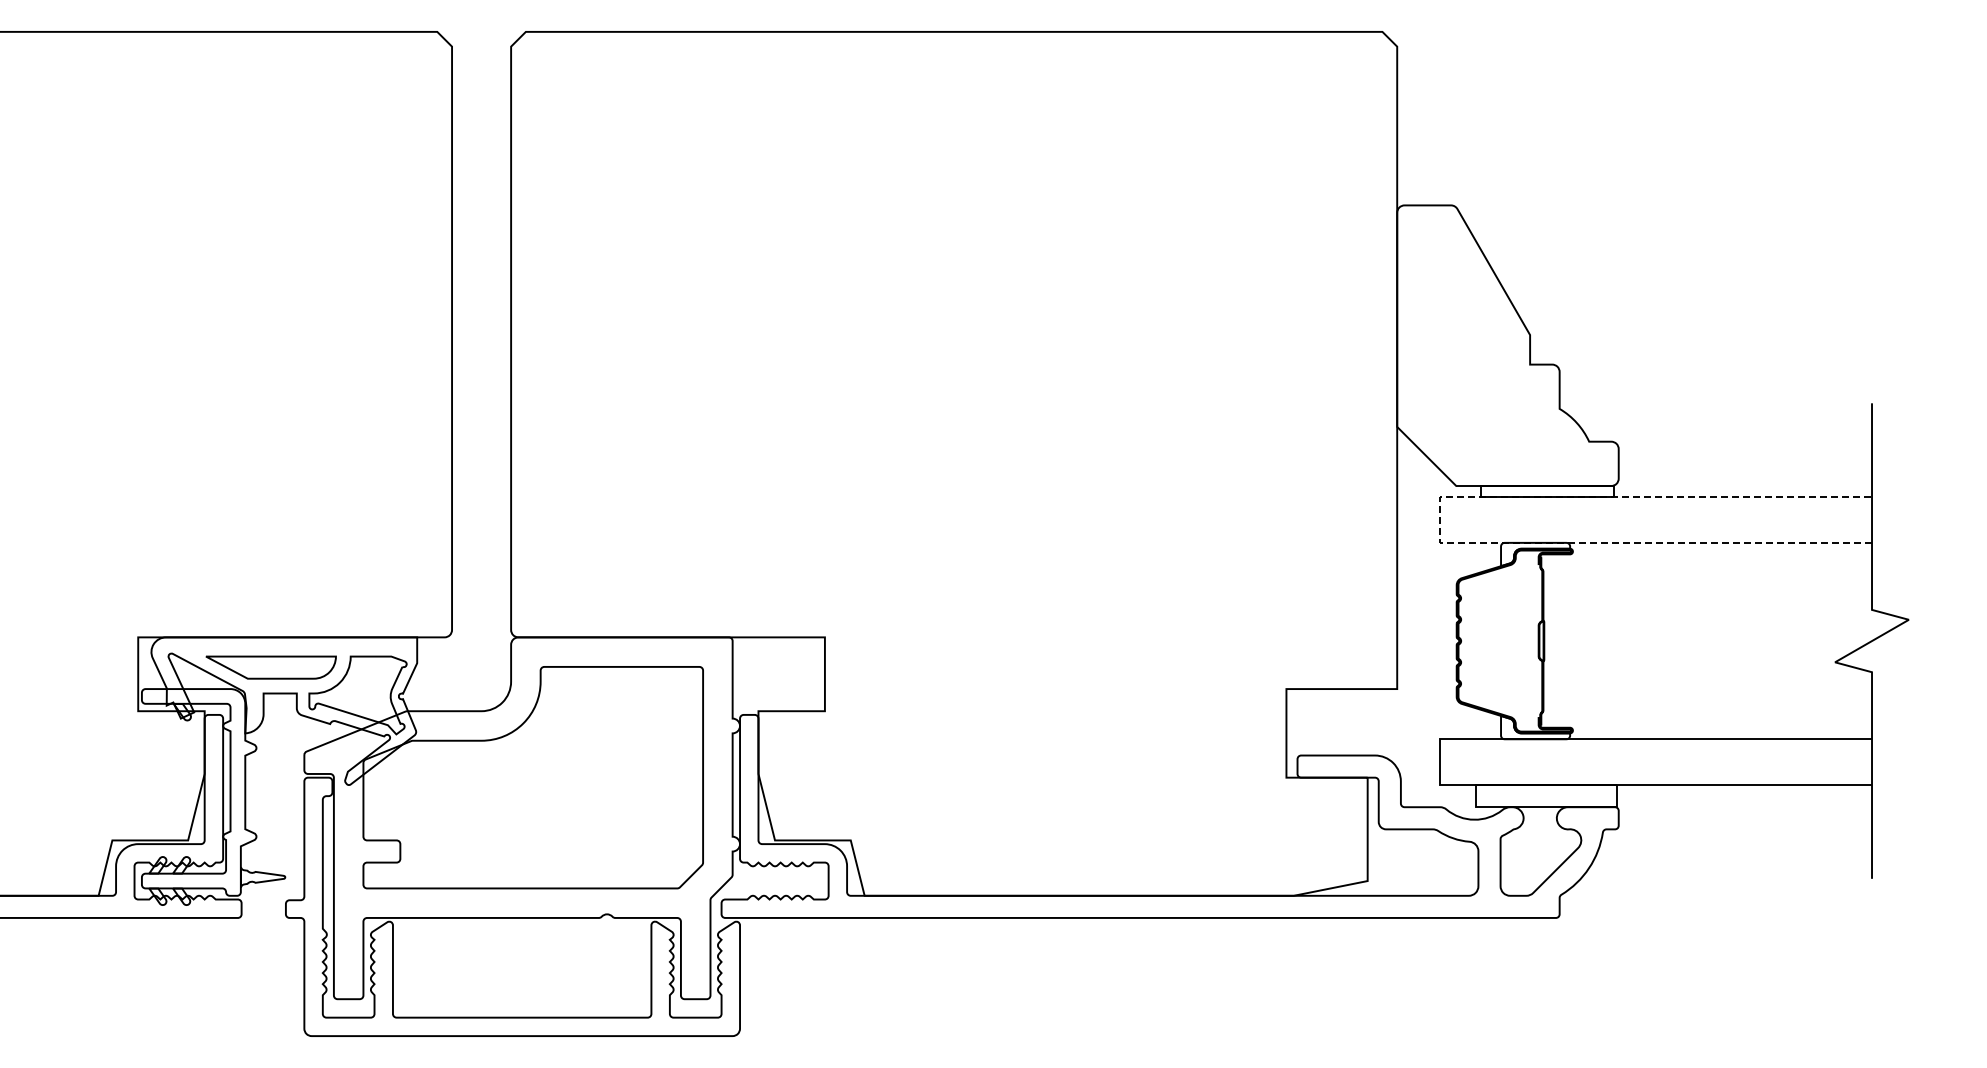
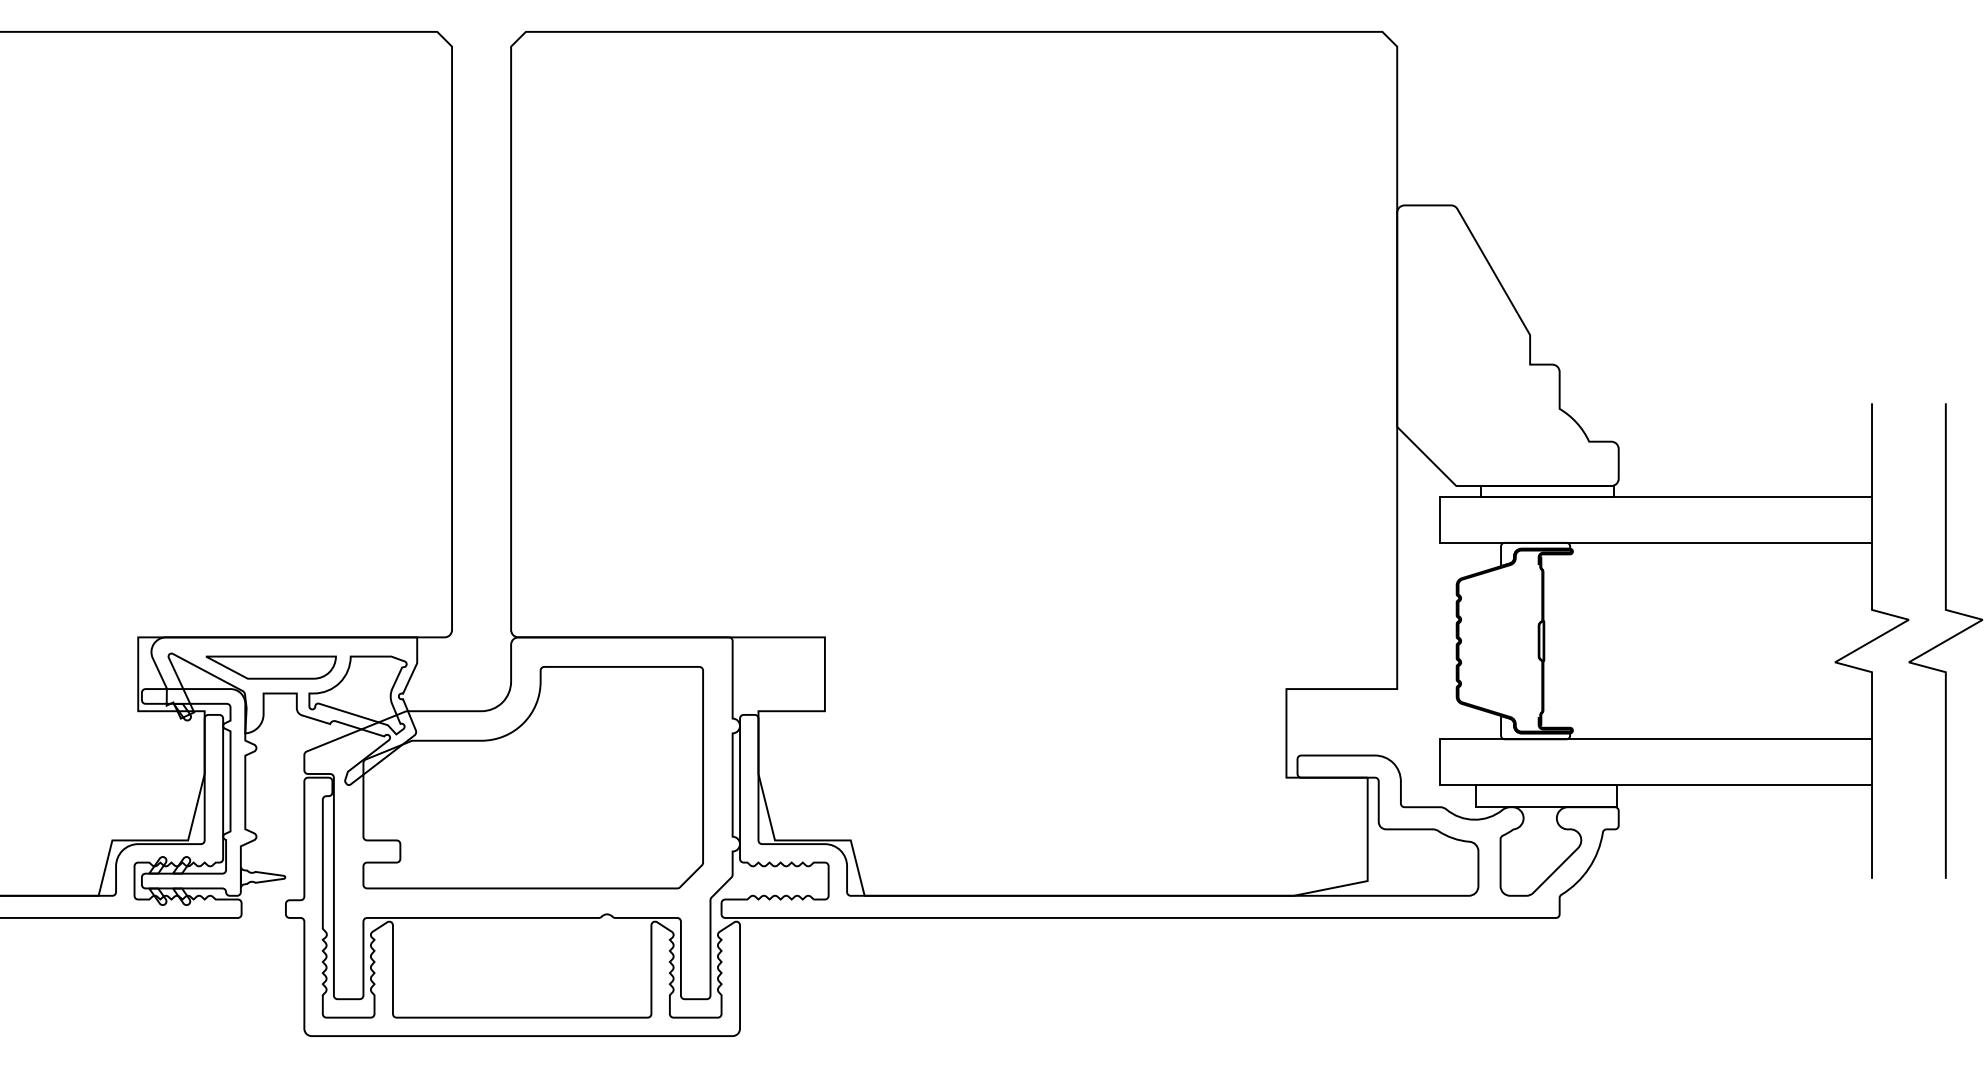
line at (1440, 519): dashed -> solid
curve at (1945, 640): none -> present
